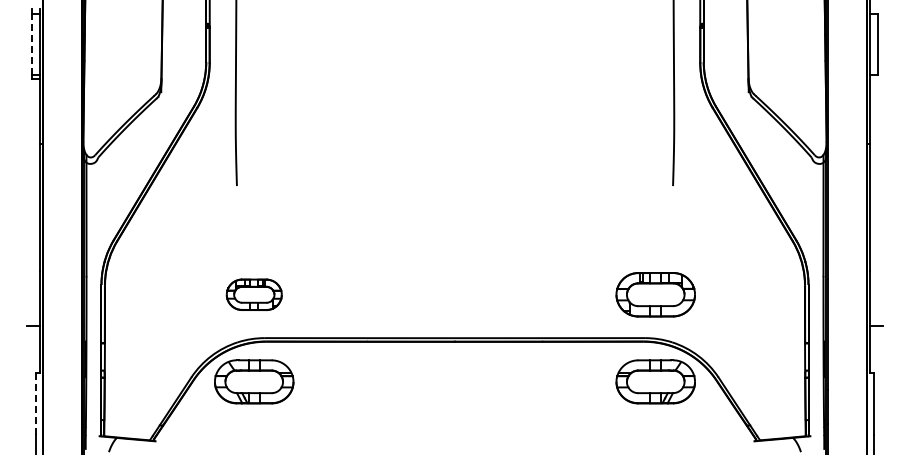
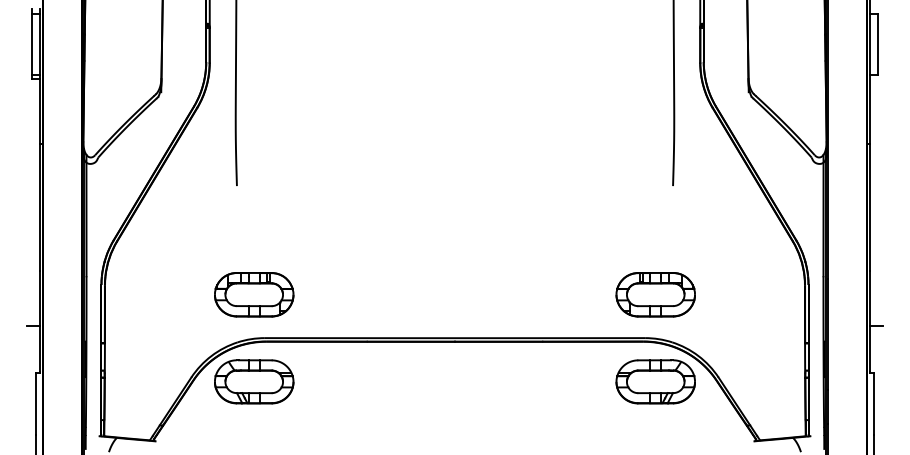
line at (31, 44): dashed -> solid
part at (253, 294) size: 58x33 px -> 81x46 px
line at (36, 404): dashed -> solid
